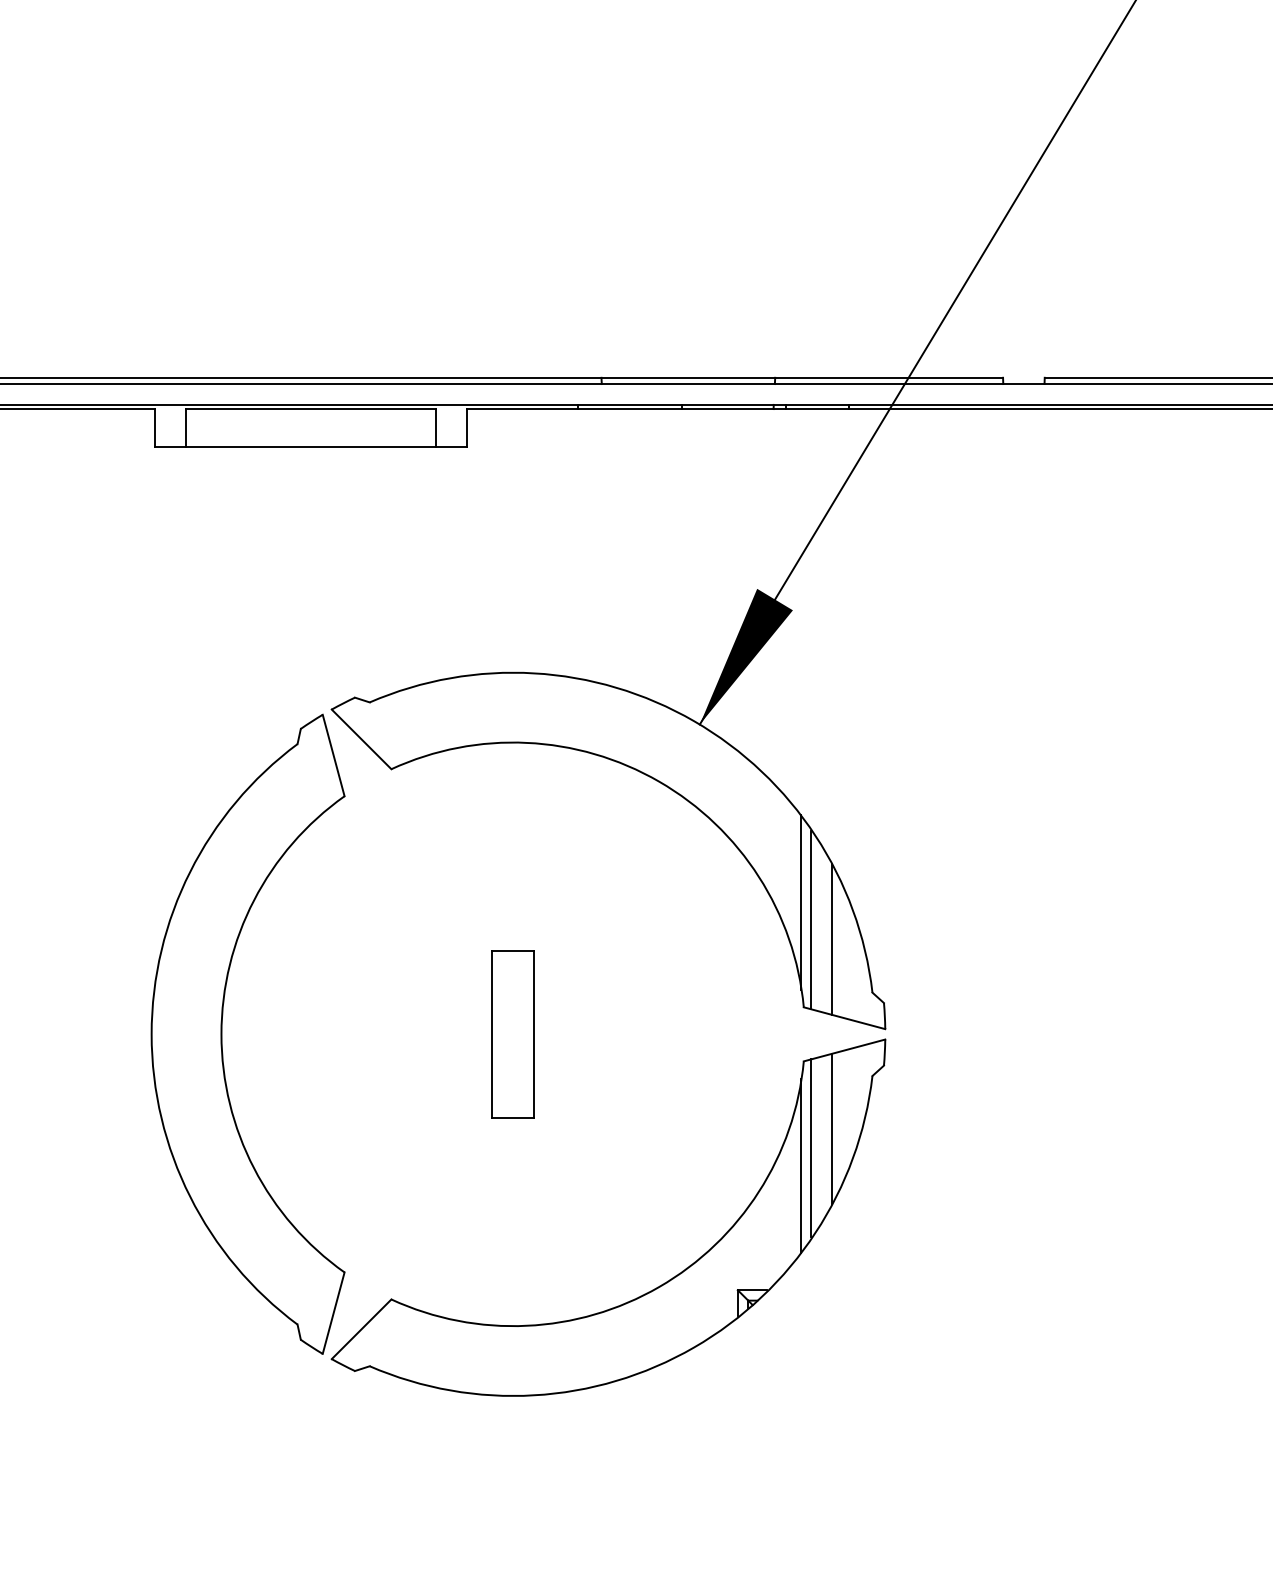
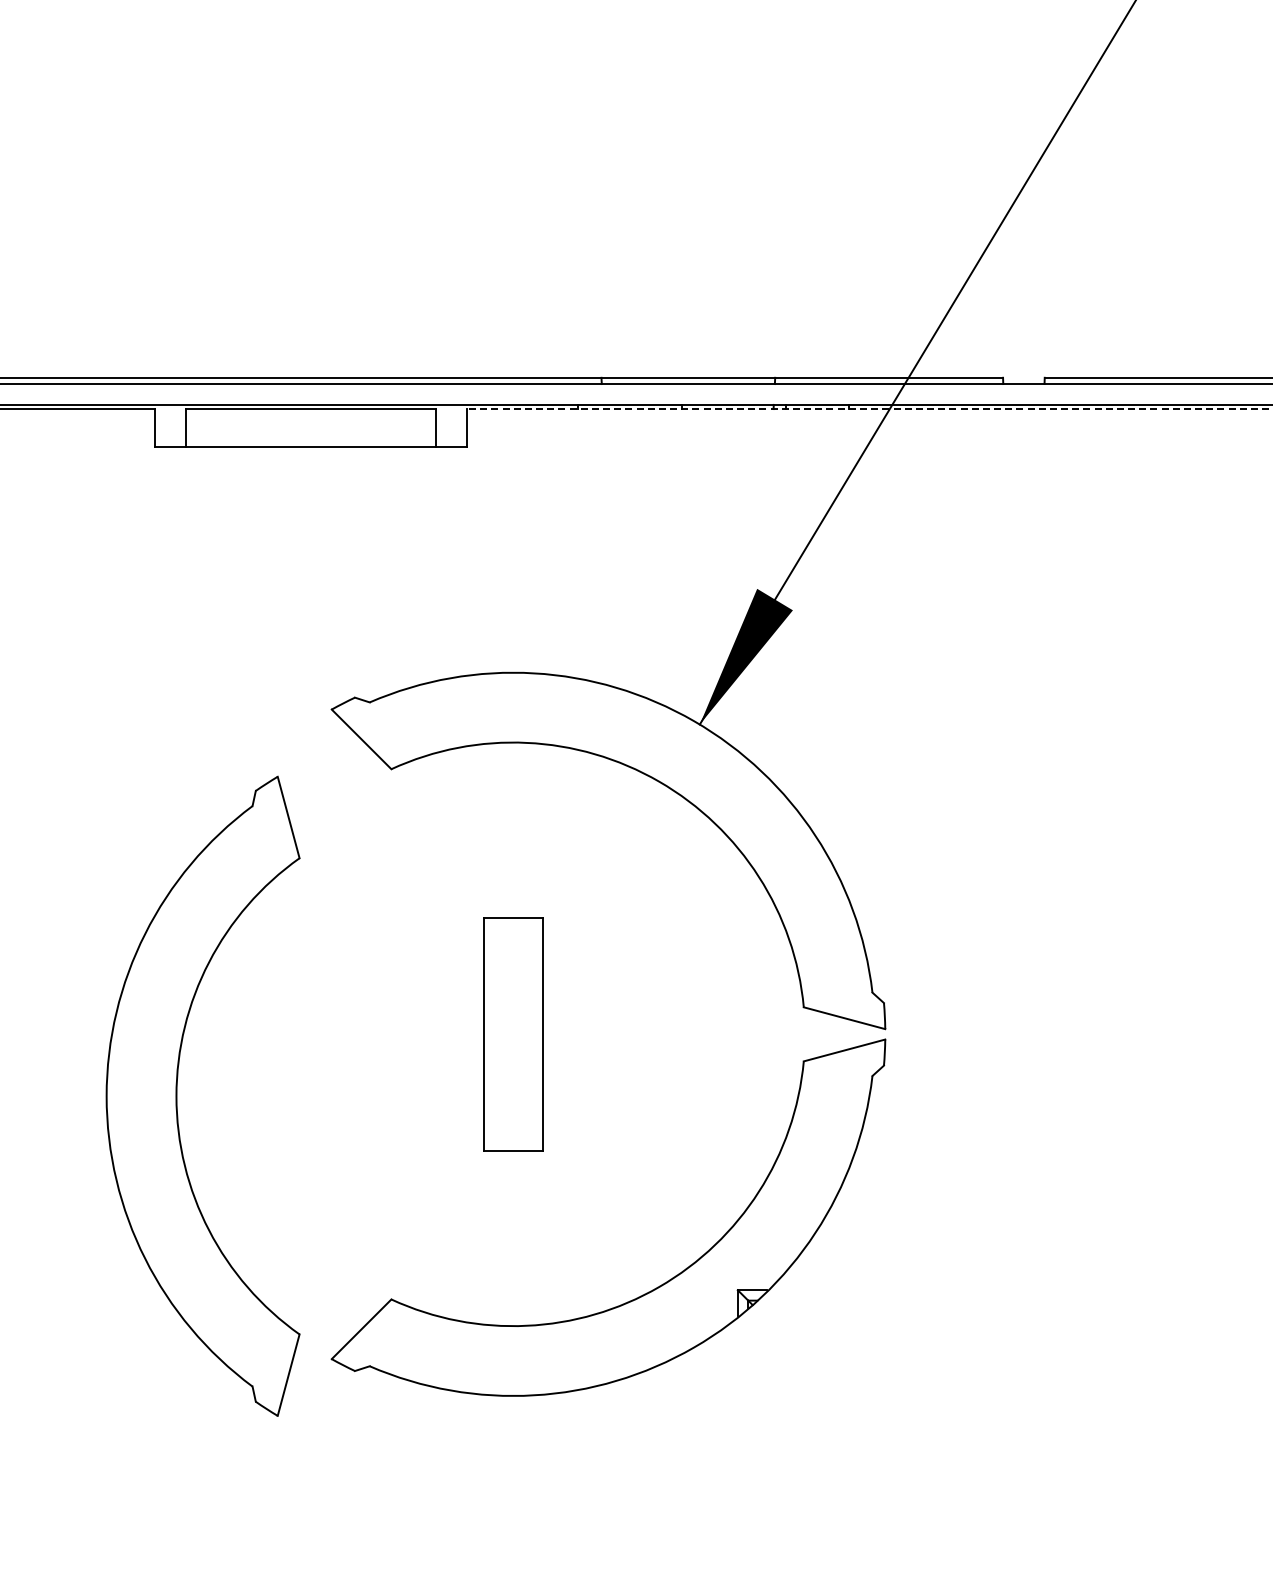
line at (870, 409): solid -> dashed
line at (800, 902): present -> none
line at (810, 920): present -> none
line at (832, 939): present -> none
part at (222, 1033) position: (222, 1033) -> (177, 1095)
part at (512, 1034) size: 44x169 px -> 61x235 px
line at (832, 1128): present -> none
line at (810, 1148): present -> none
line at (800, 1165): present -> none
